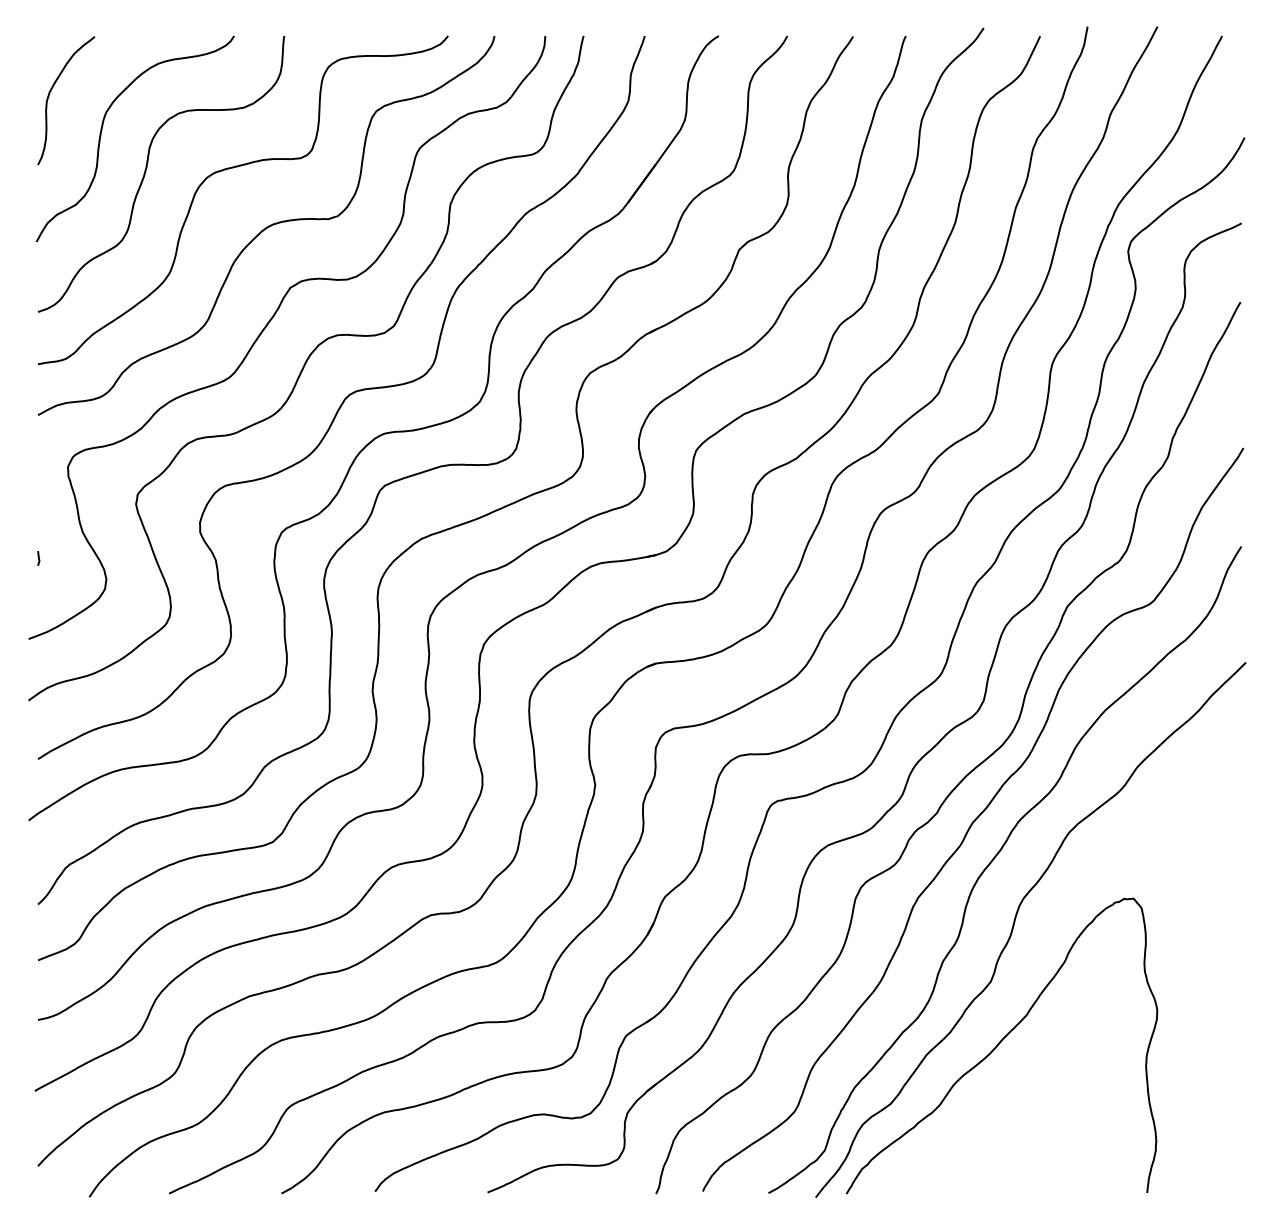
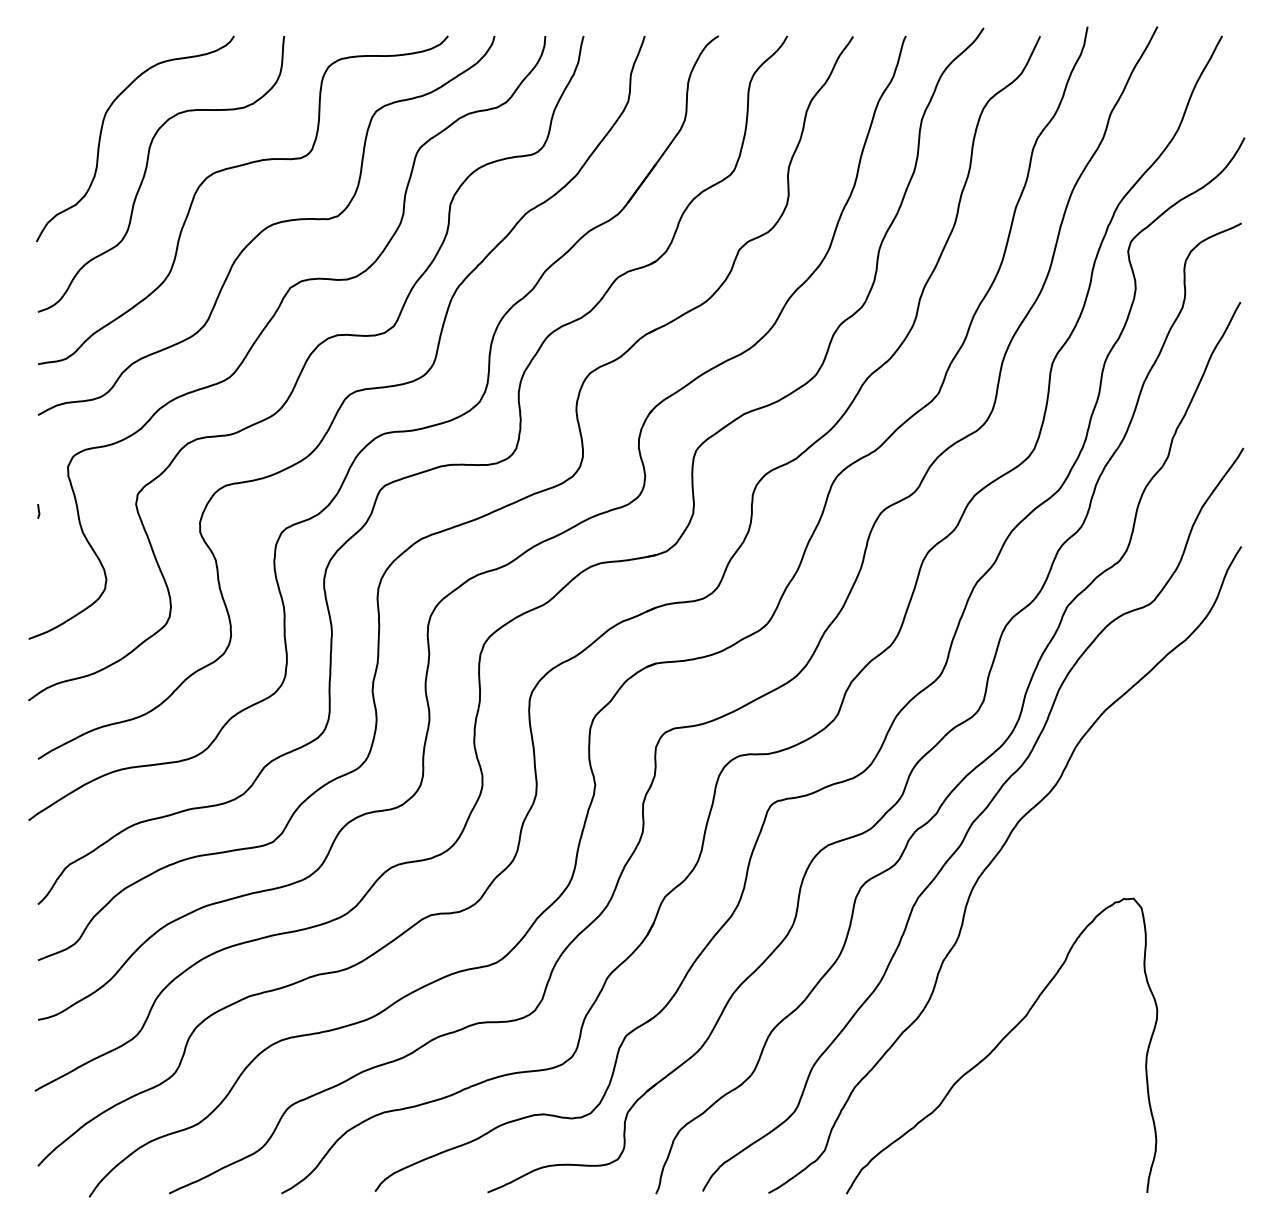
curve at (50, 93): present -> none
line at (38, 558) position: (38, 558) -> (38, 511)
curve at (1014, 926): present -> none
